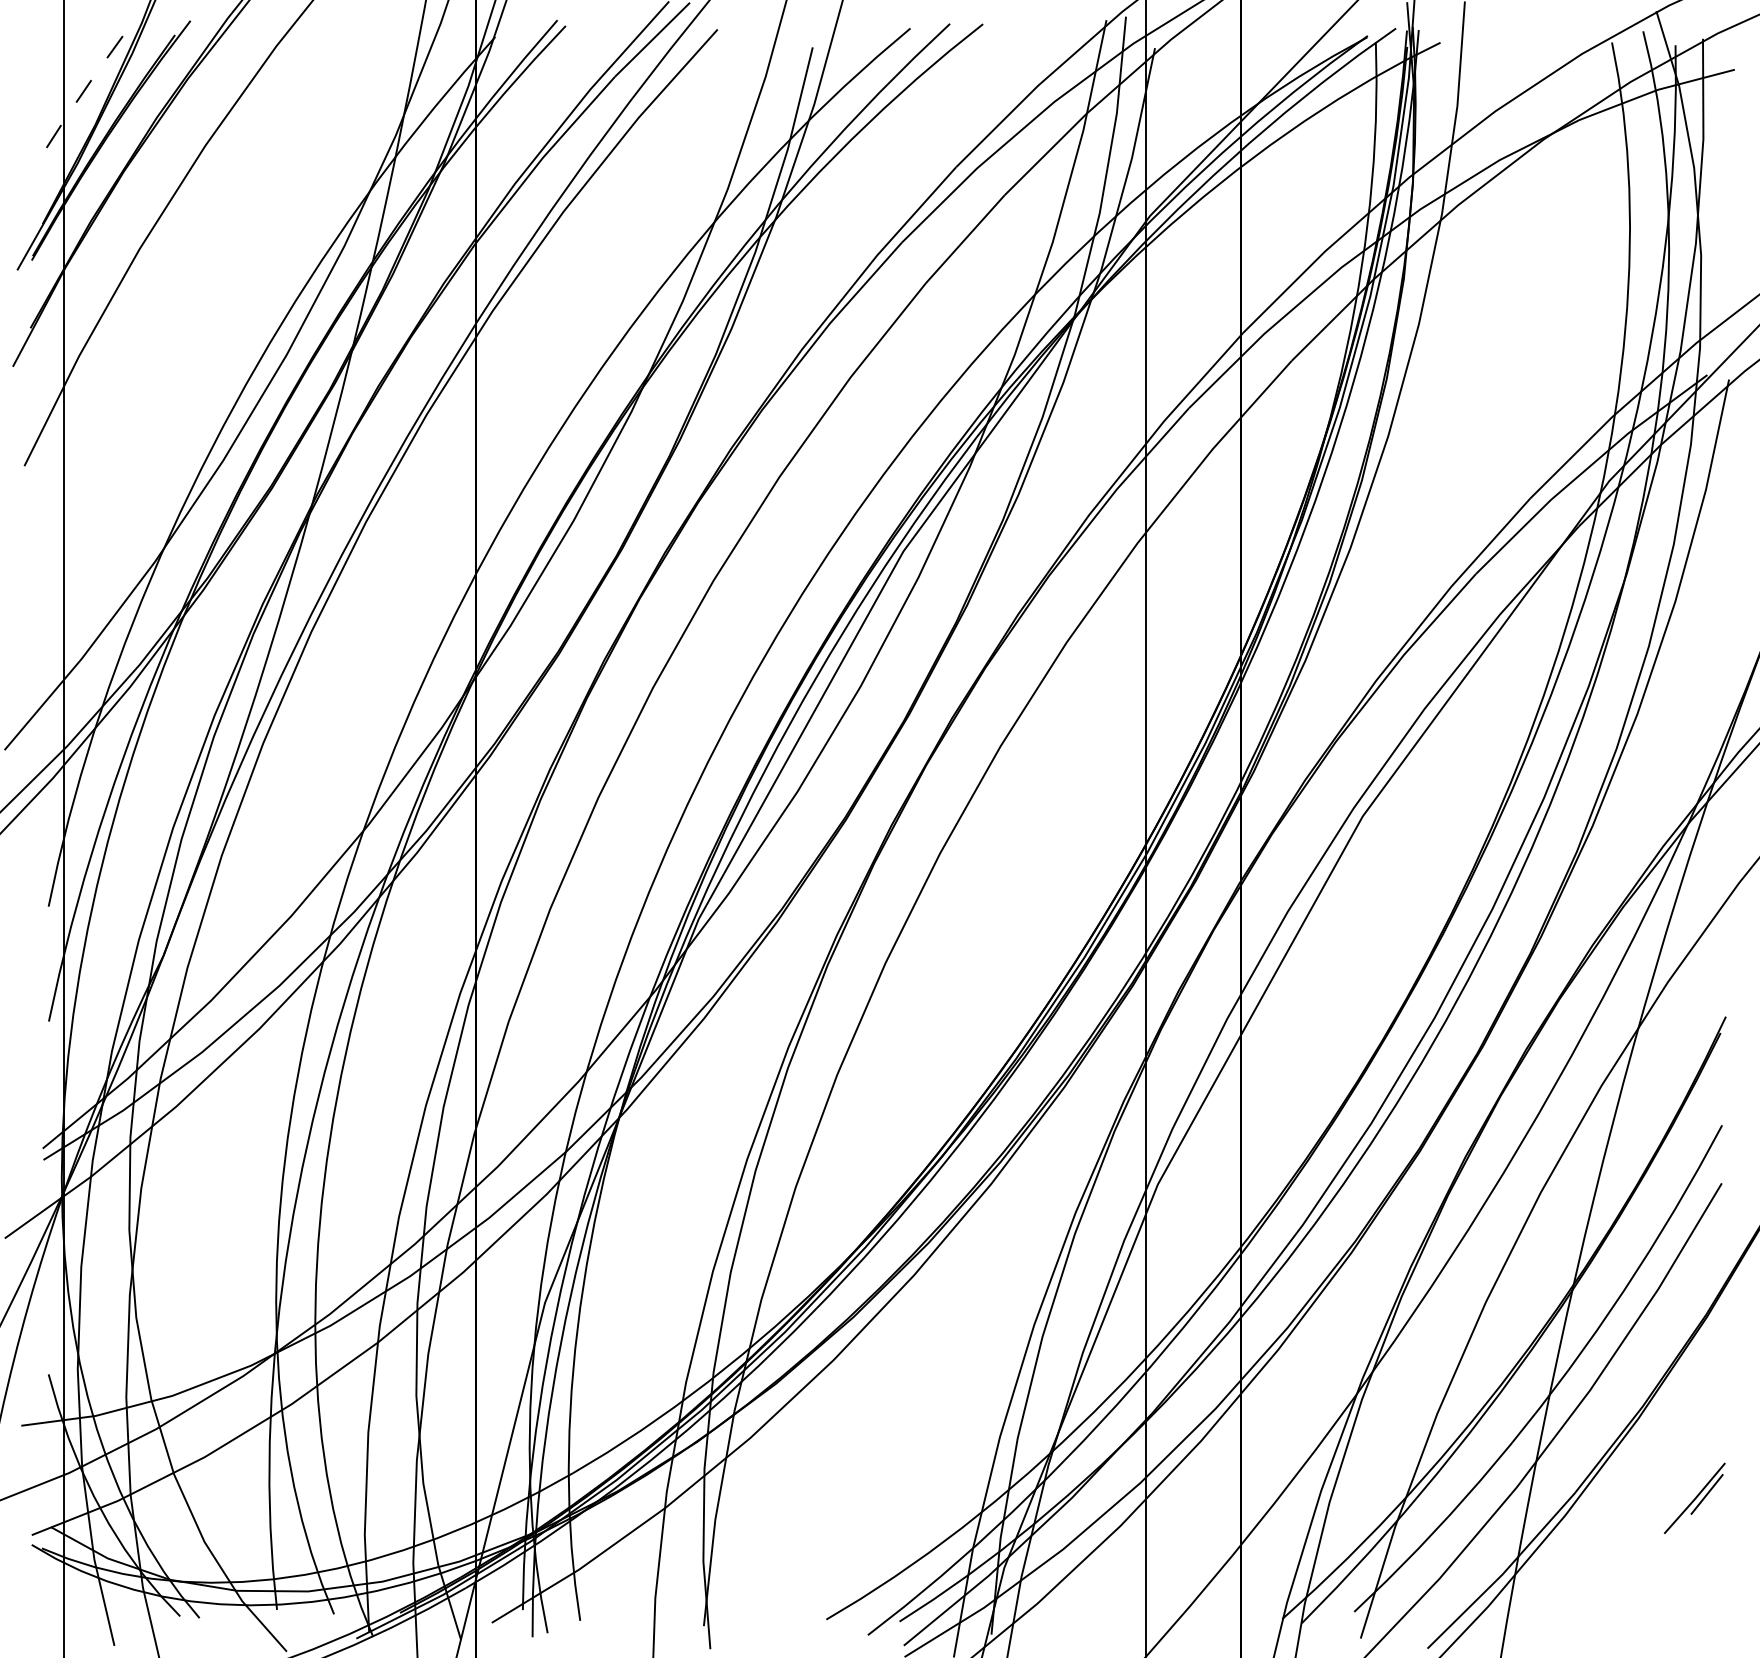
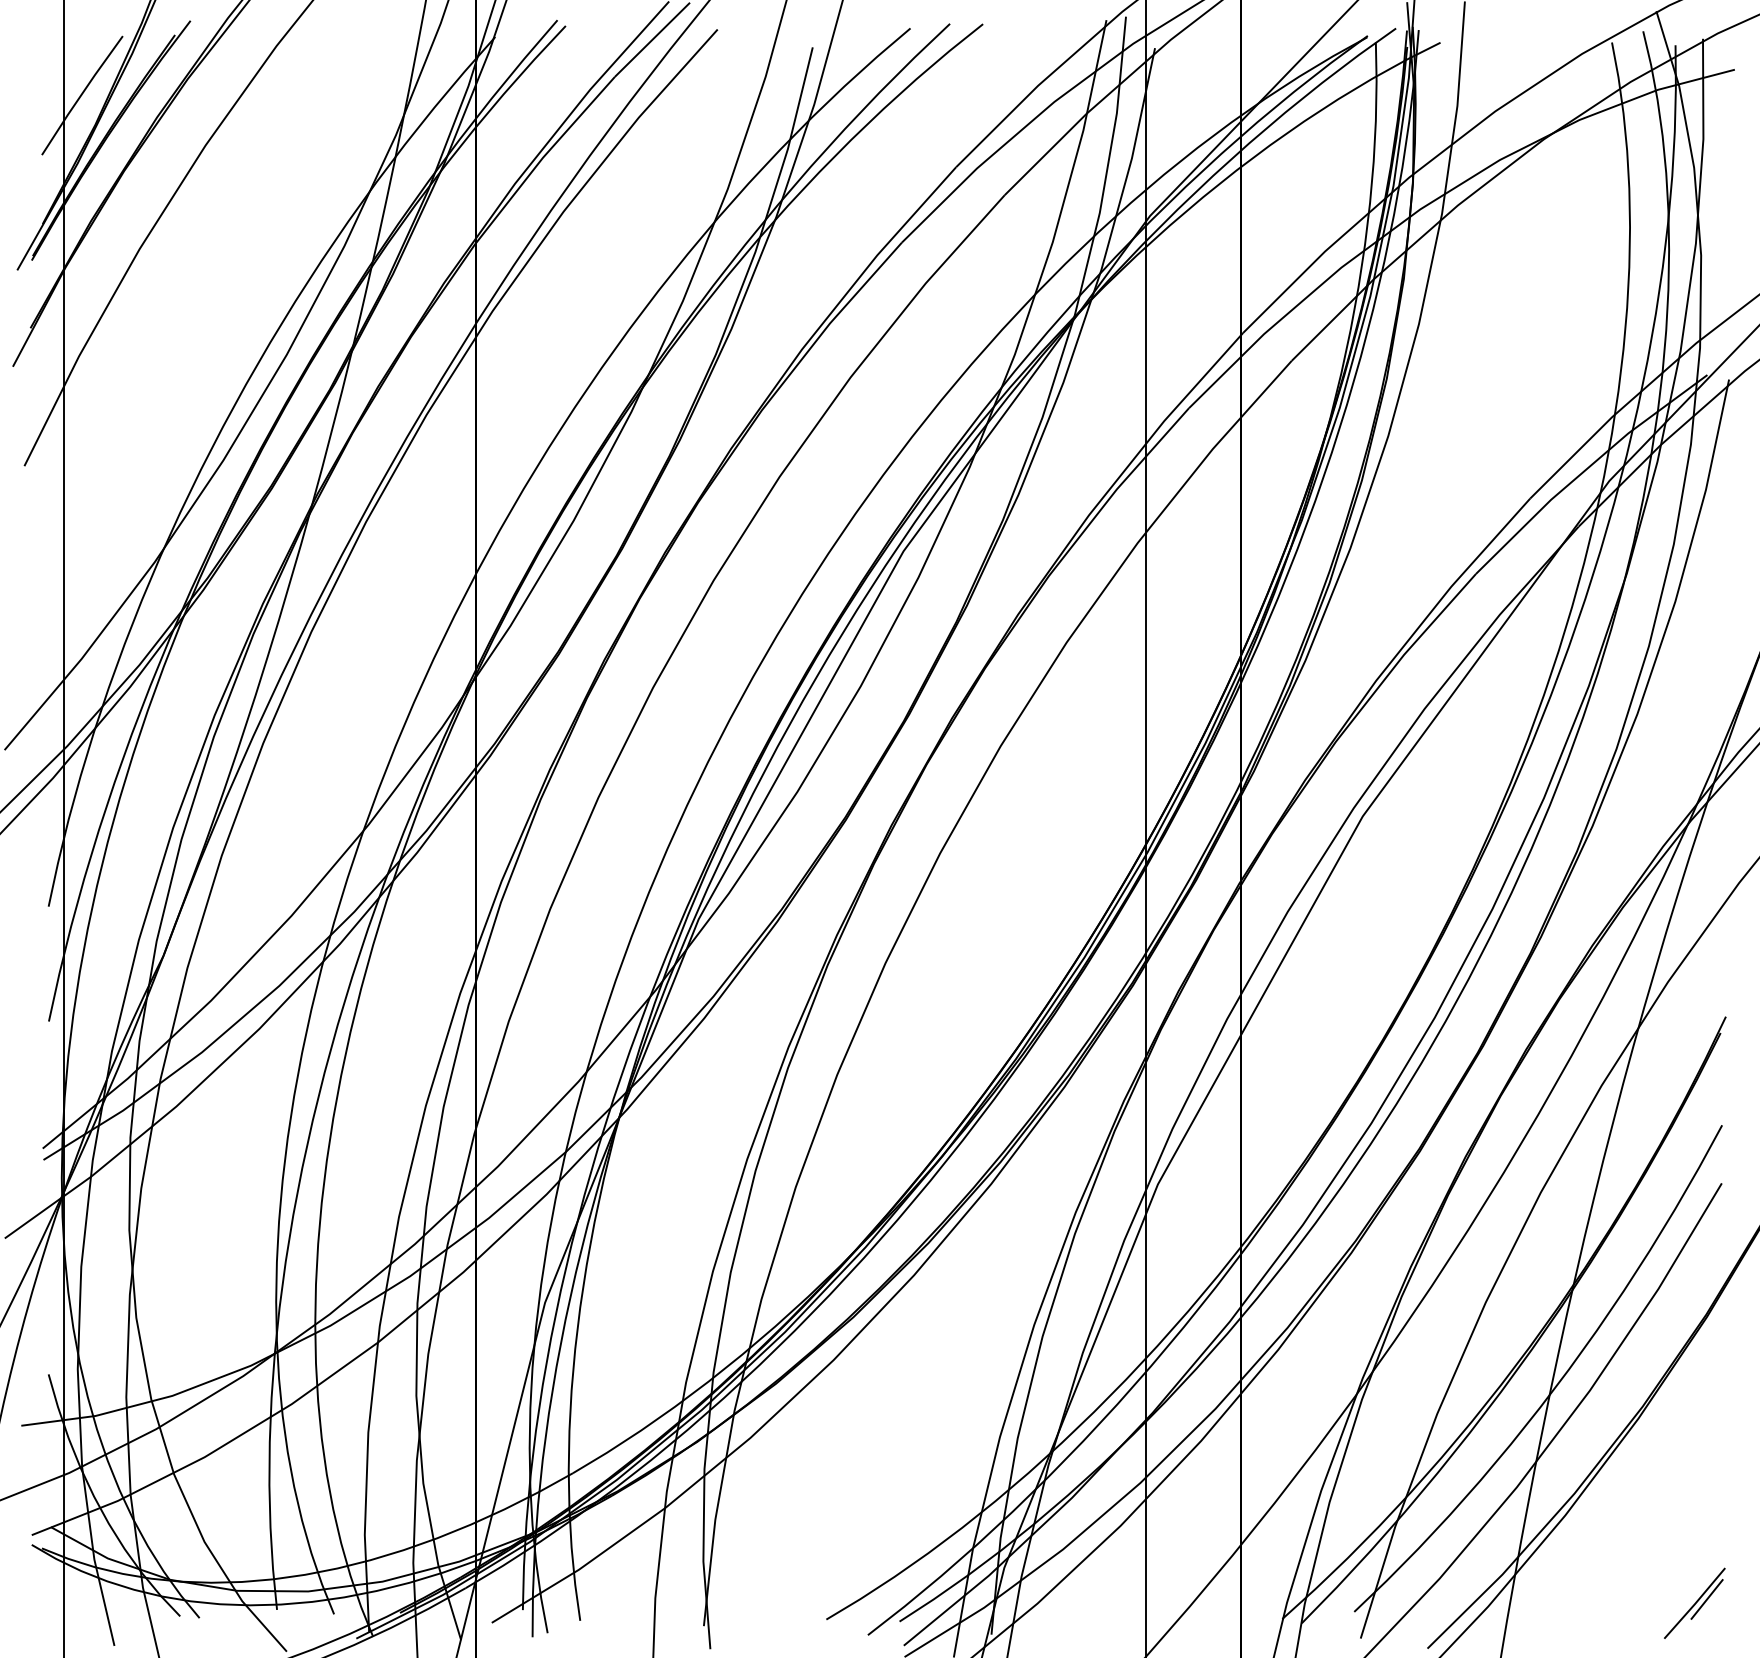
line at (80, 95): dashed -> solid
part at (1694, 1497) position: (1694, 1497) -> (1694, 1602)
